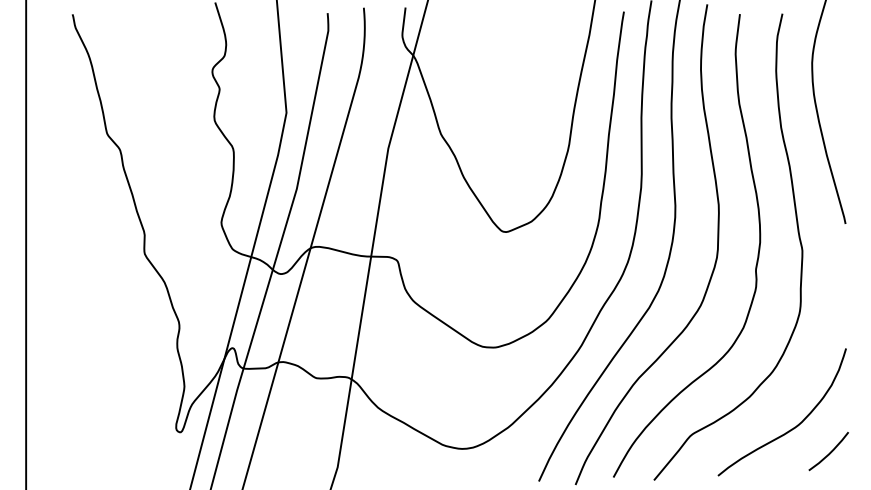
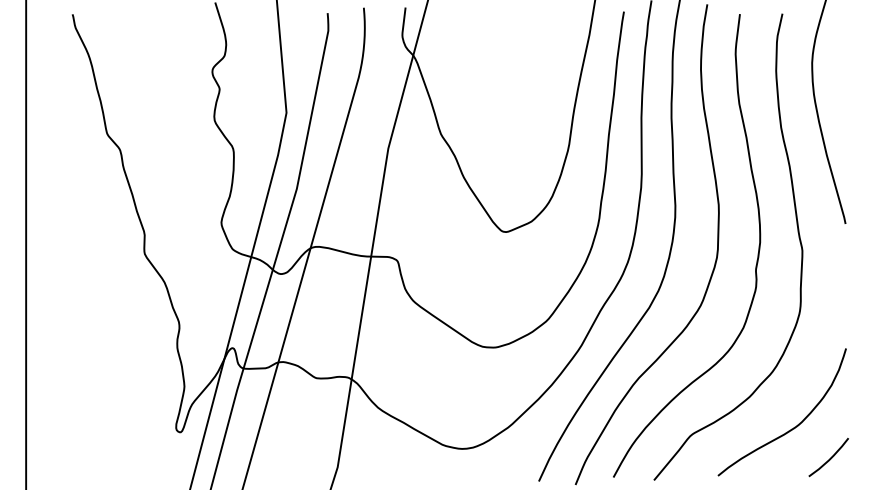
curve at (829, 452) position: (829, 452) -> (829, 458)
